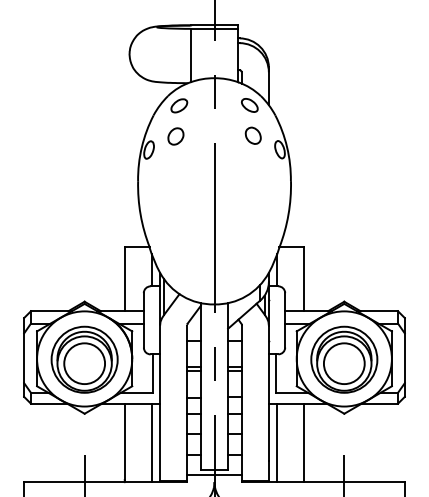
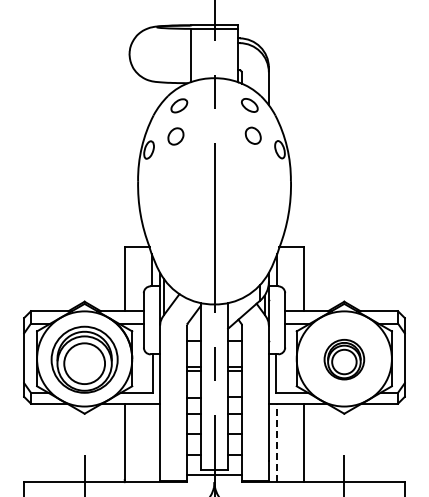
part at (344, 359) size: 69x69 px -> 43x42 px
line at (151, 442): present -> none
line at (277, 442): solid -> dashed
